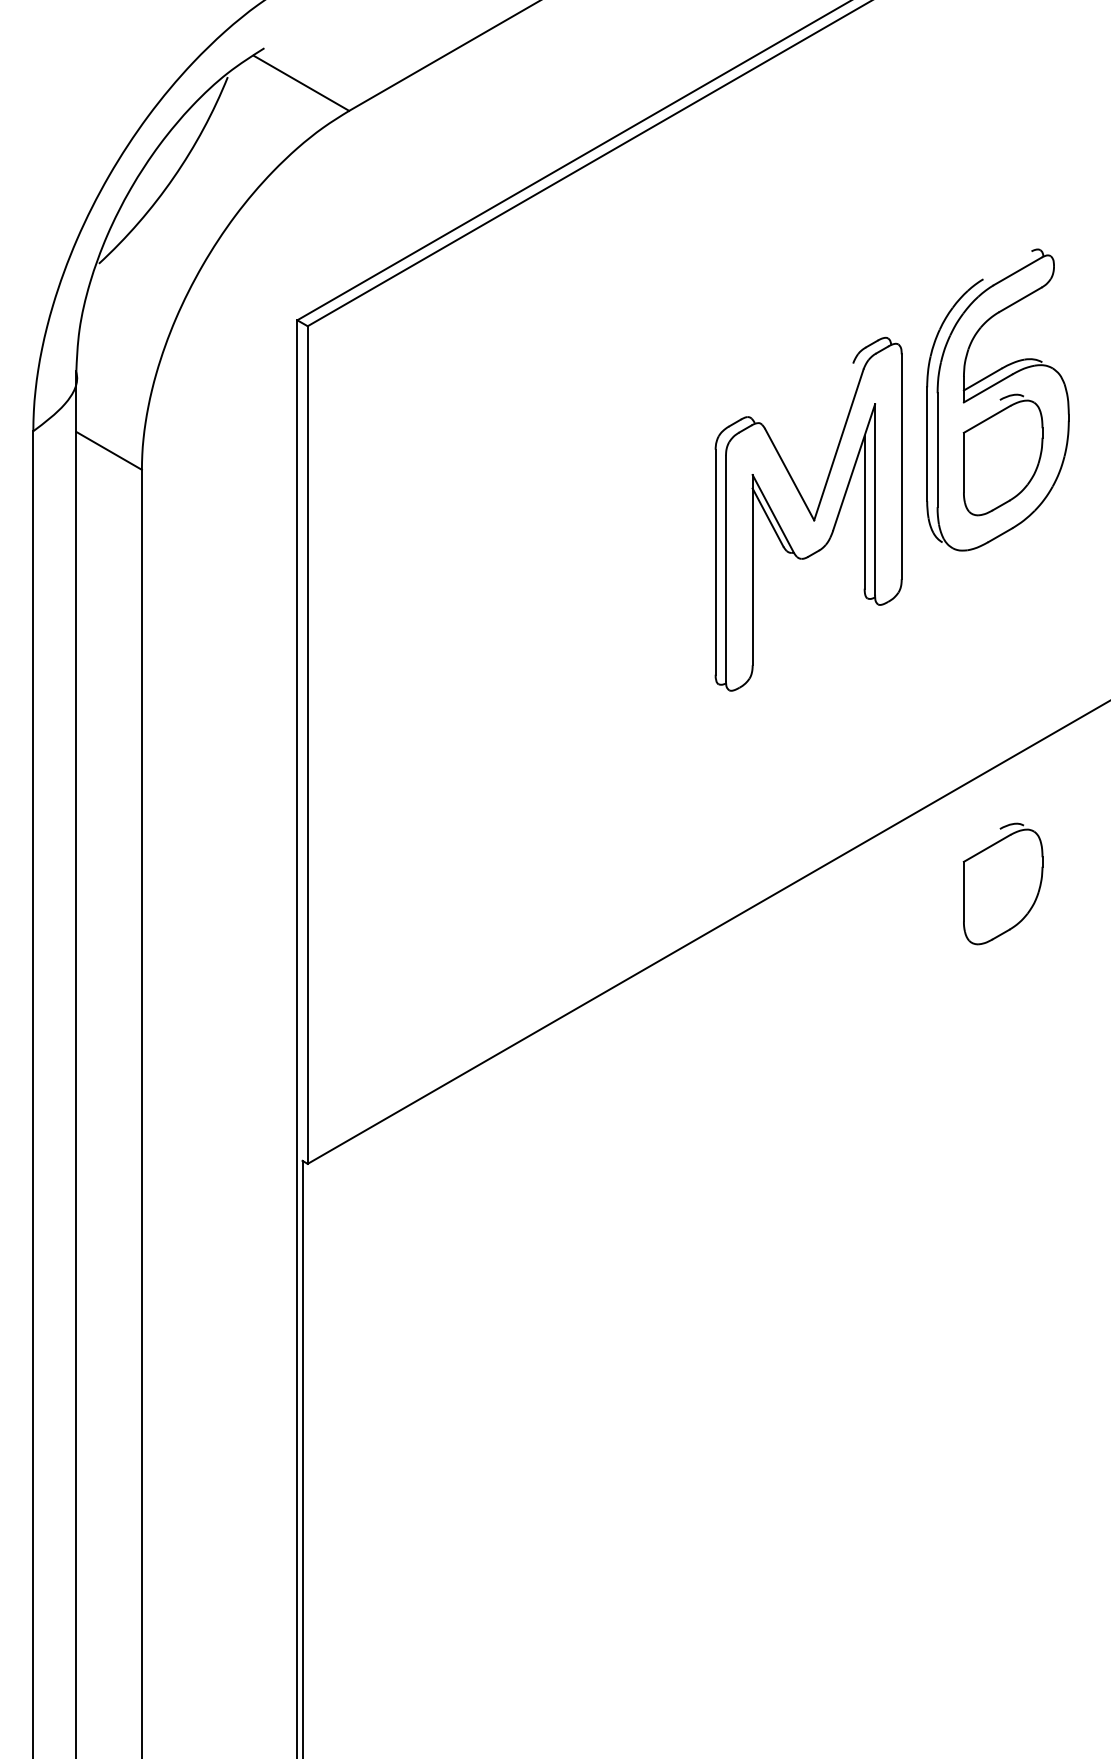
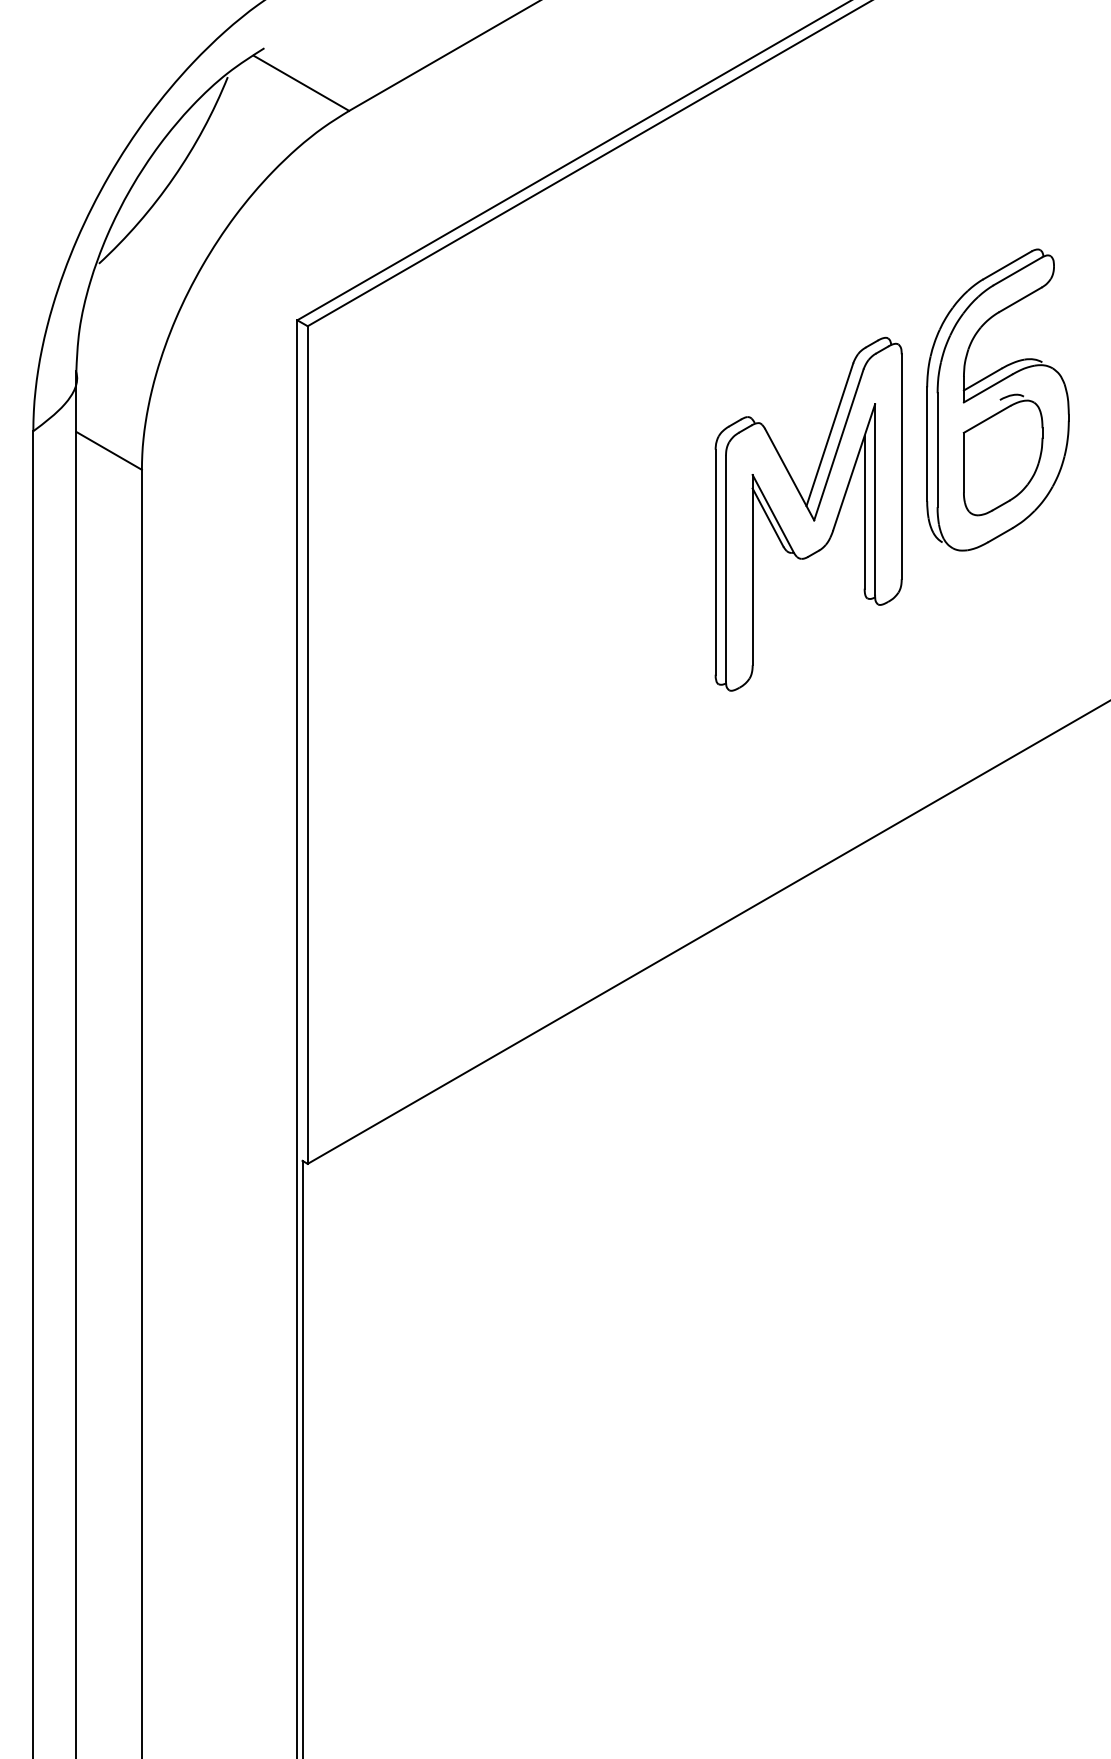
line at (1007, 265): none -> present
line at (829, 434): none -> present
part at (1002, 883): present -> none
